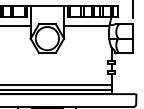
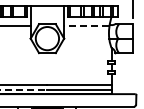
line at (86, 26): solid -> dashed
line at (23, 89): solid -> dashed
